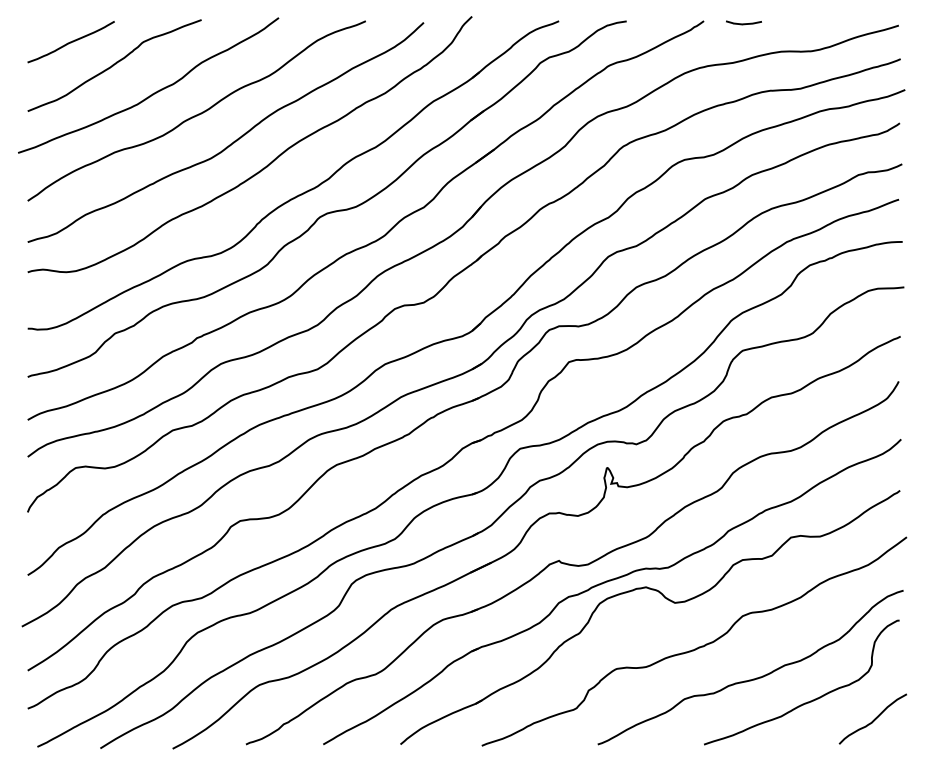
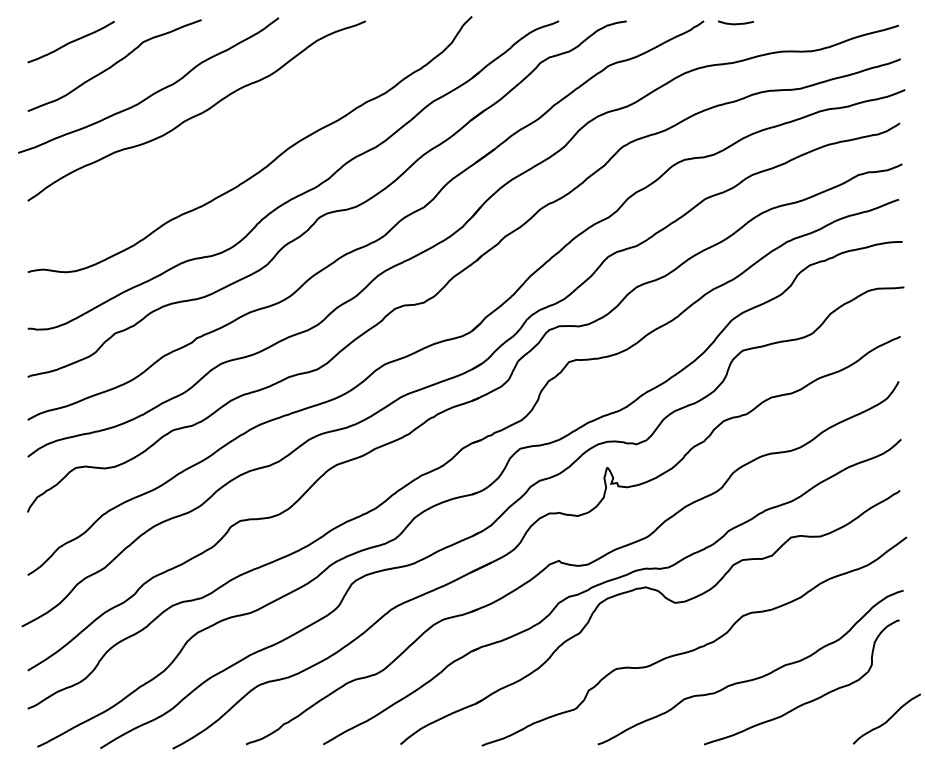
curve at (743, 23) position: (743, 23) -> (735, 23)
curve at (234, 140): present -> none
curve at (873, 719) position: (873, 719) -> (887, 719)
